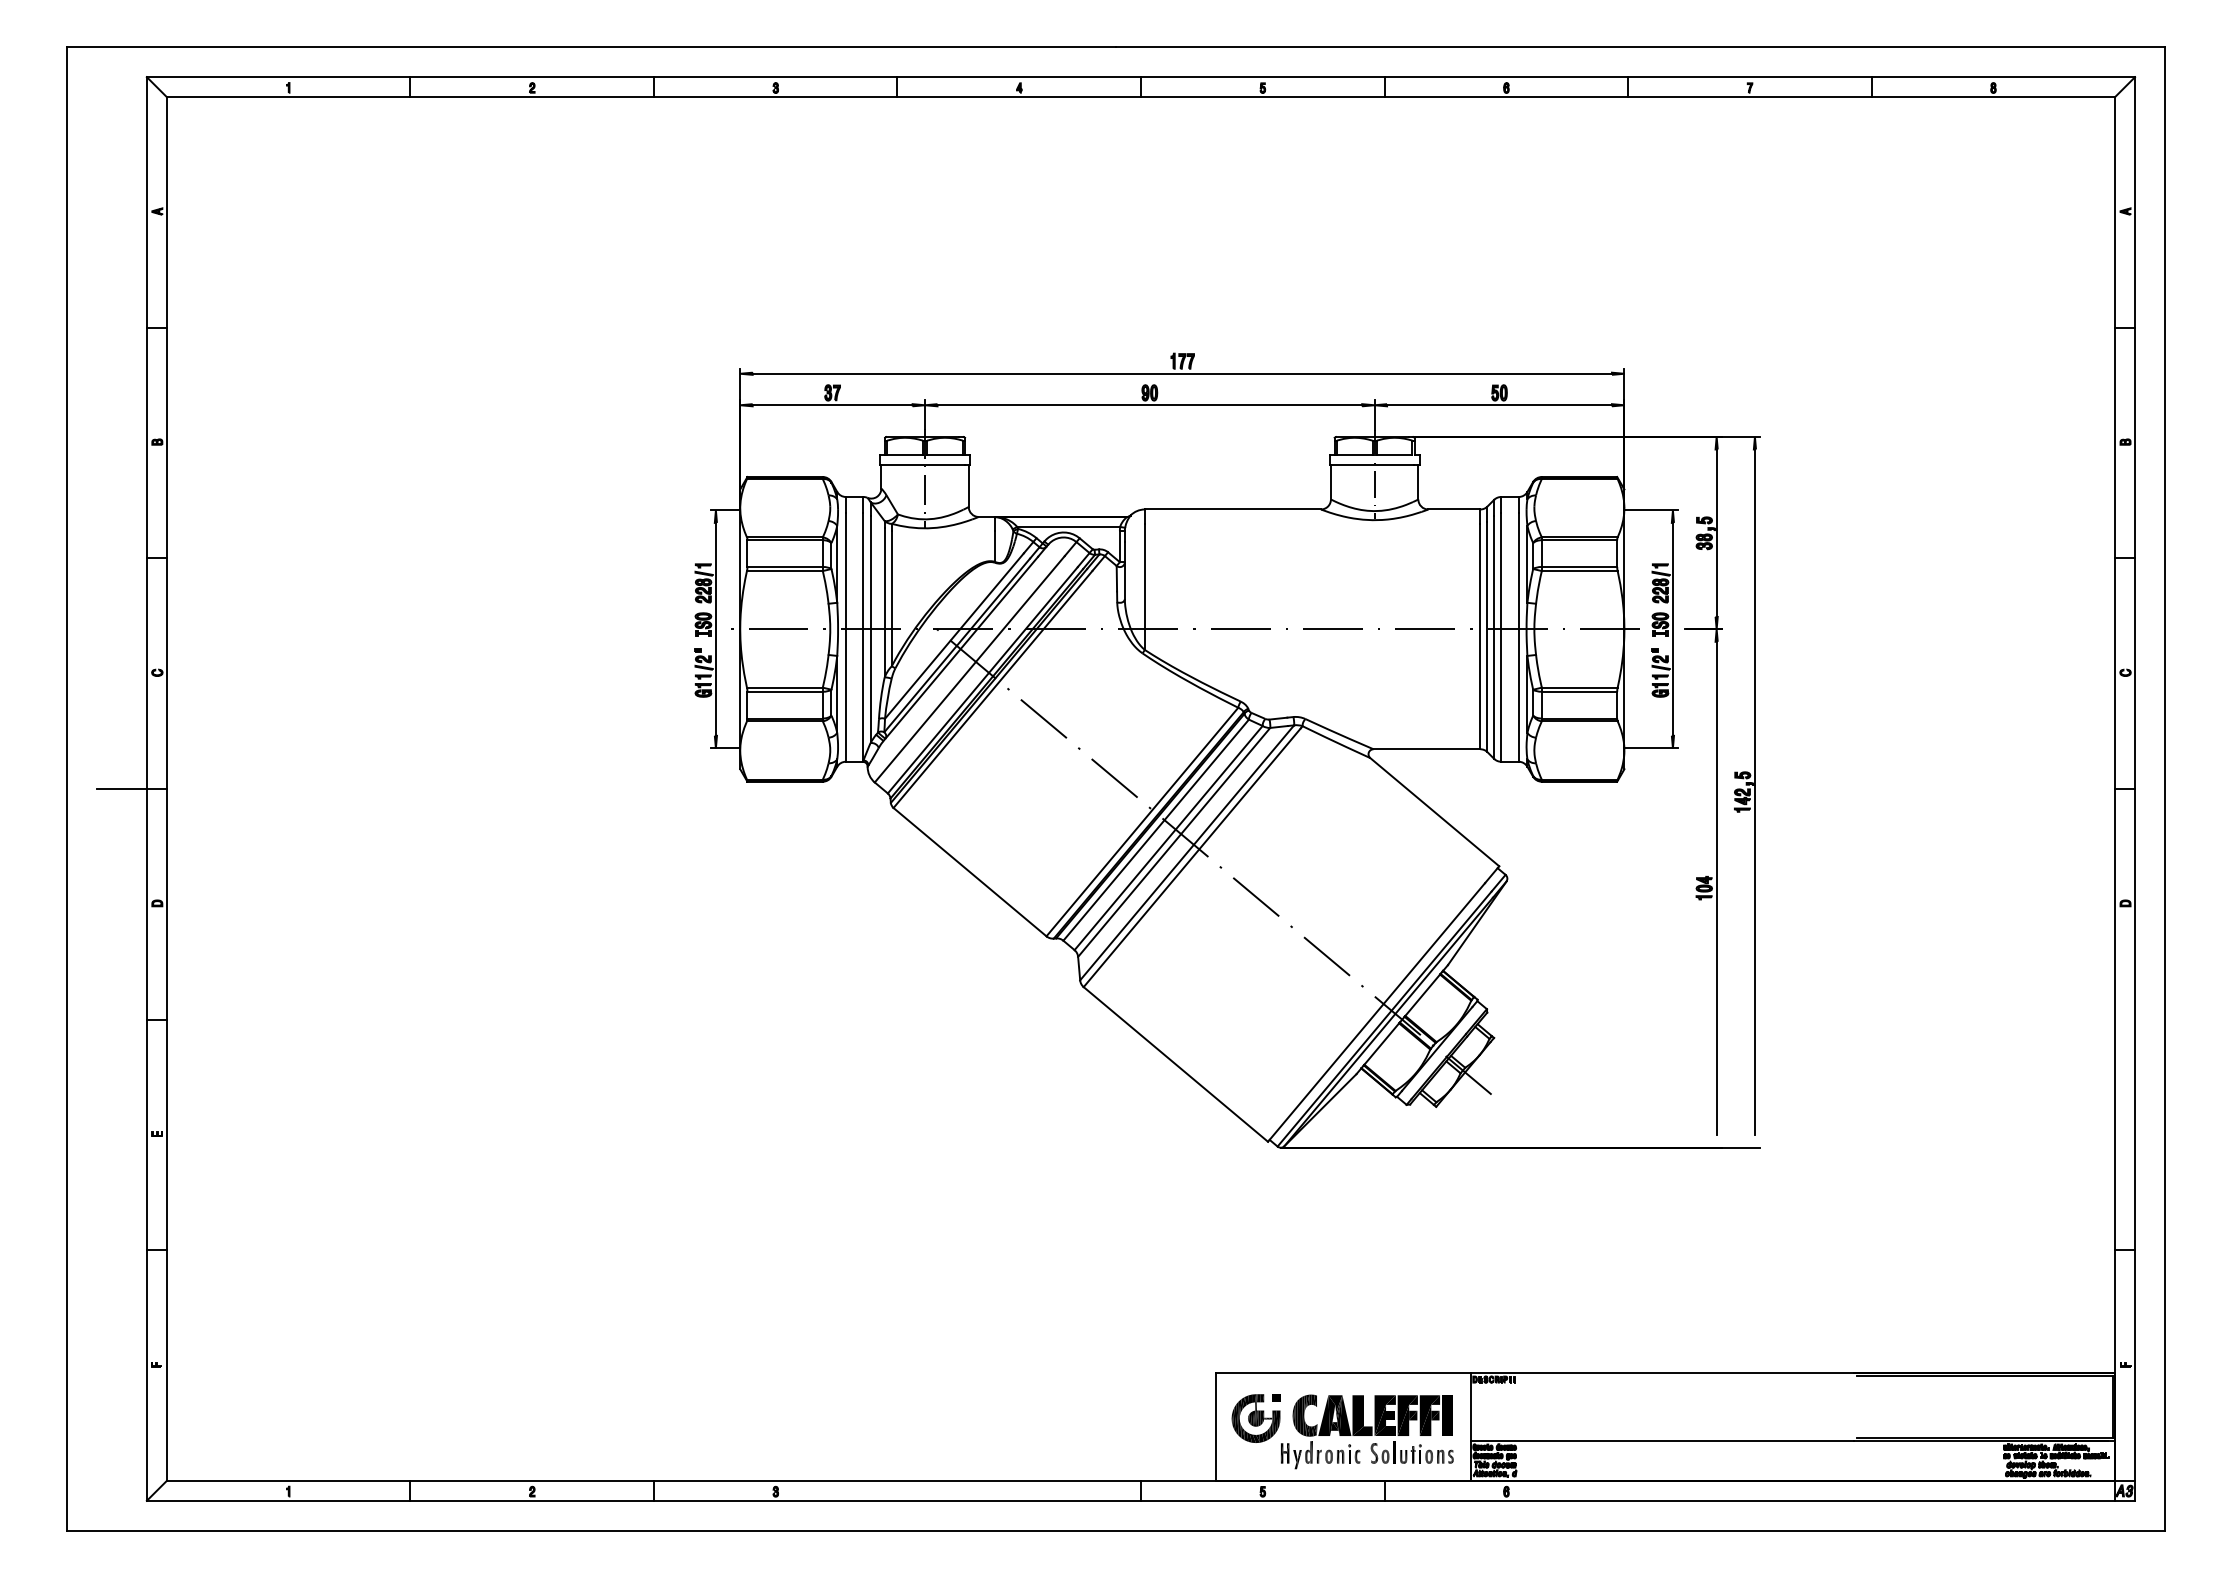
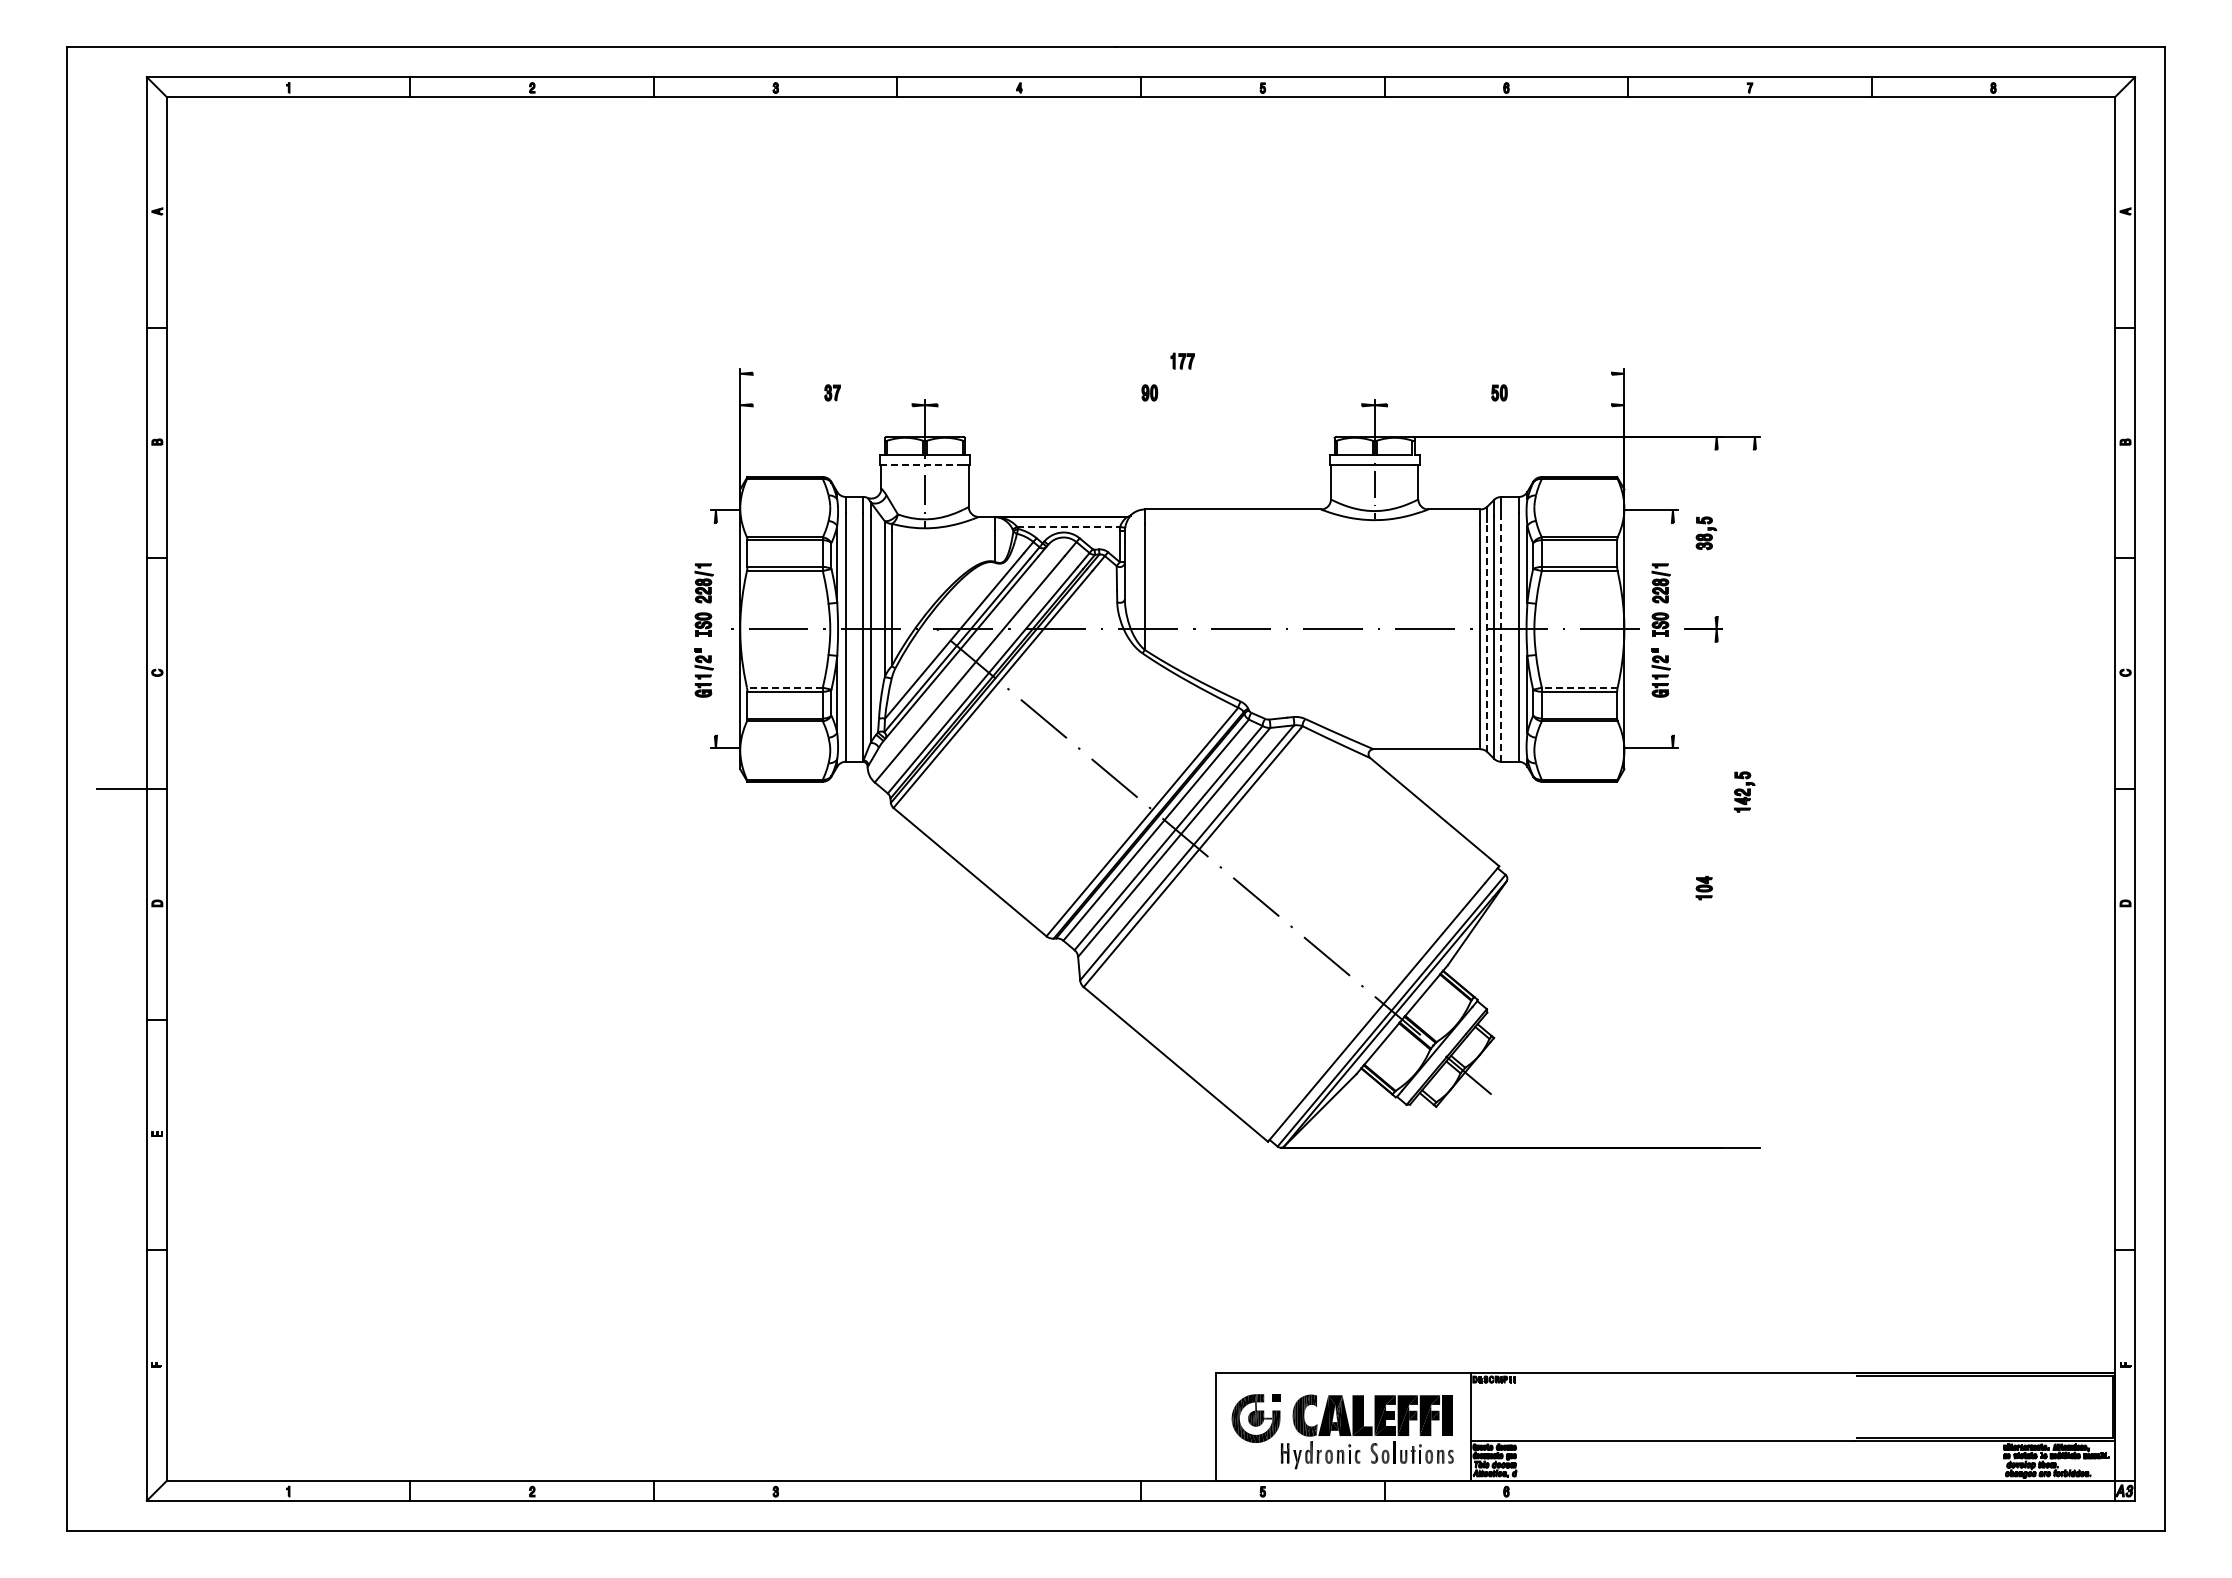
line at (1181, 373): present -> none
line at (832, 405): present -> none
line at (1149, 405): present -> none
line at (1499, 405): present -> none
line at (922, 464): solid -> dashed
line at (1069, 527): solid -> dashed
line at (1716, 532): present -> none
line at (715, 628): present -> none
line at (1672, 628): present -> none
line at (1487, 636): solid -> dashed
line at (1501, 636): solid -> dashed
line at (784, 687): solid -> dashed
line at (1579, 687): solid -> dashed
line at (1754, 792): present -> none
line at (1716, 888): present -> none
